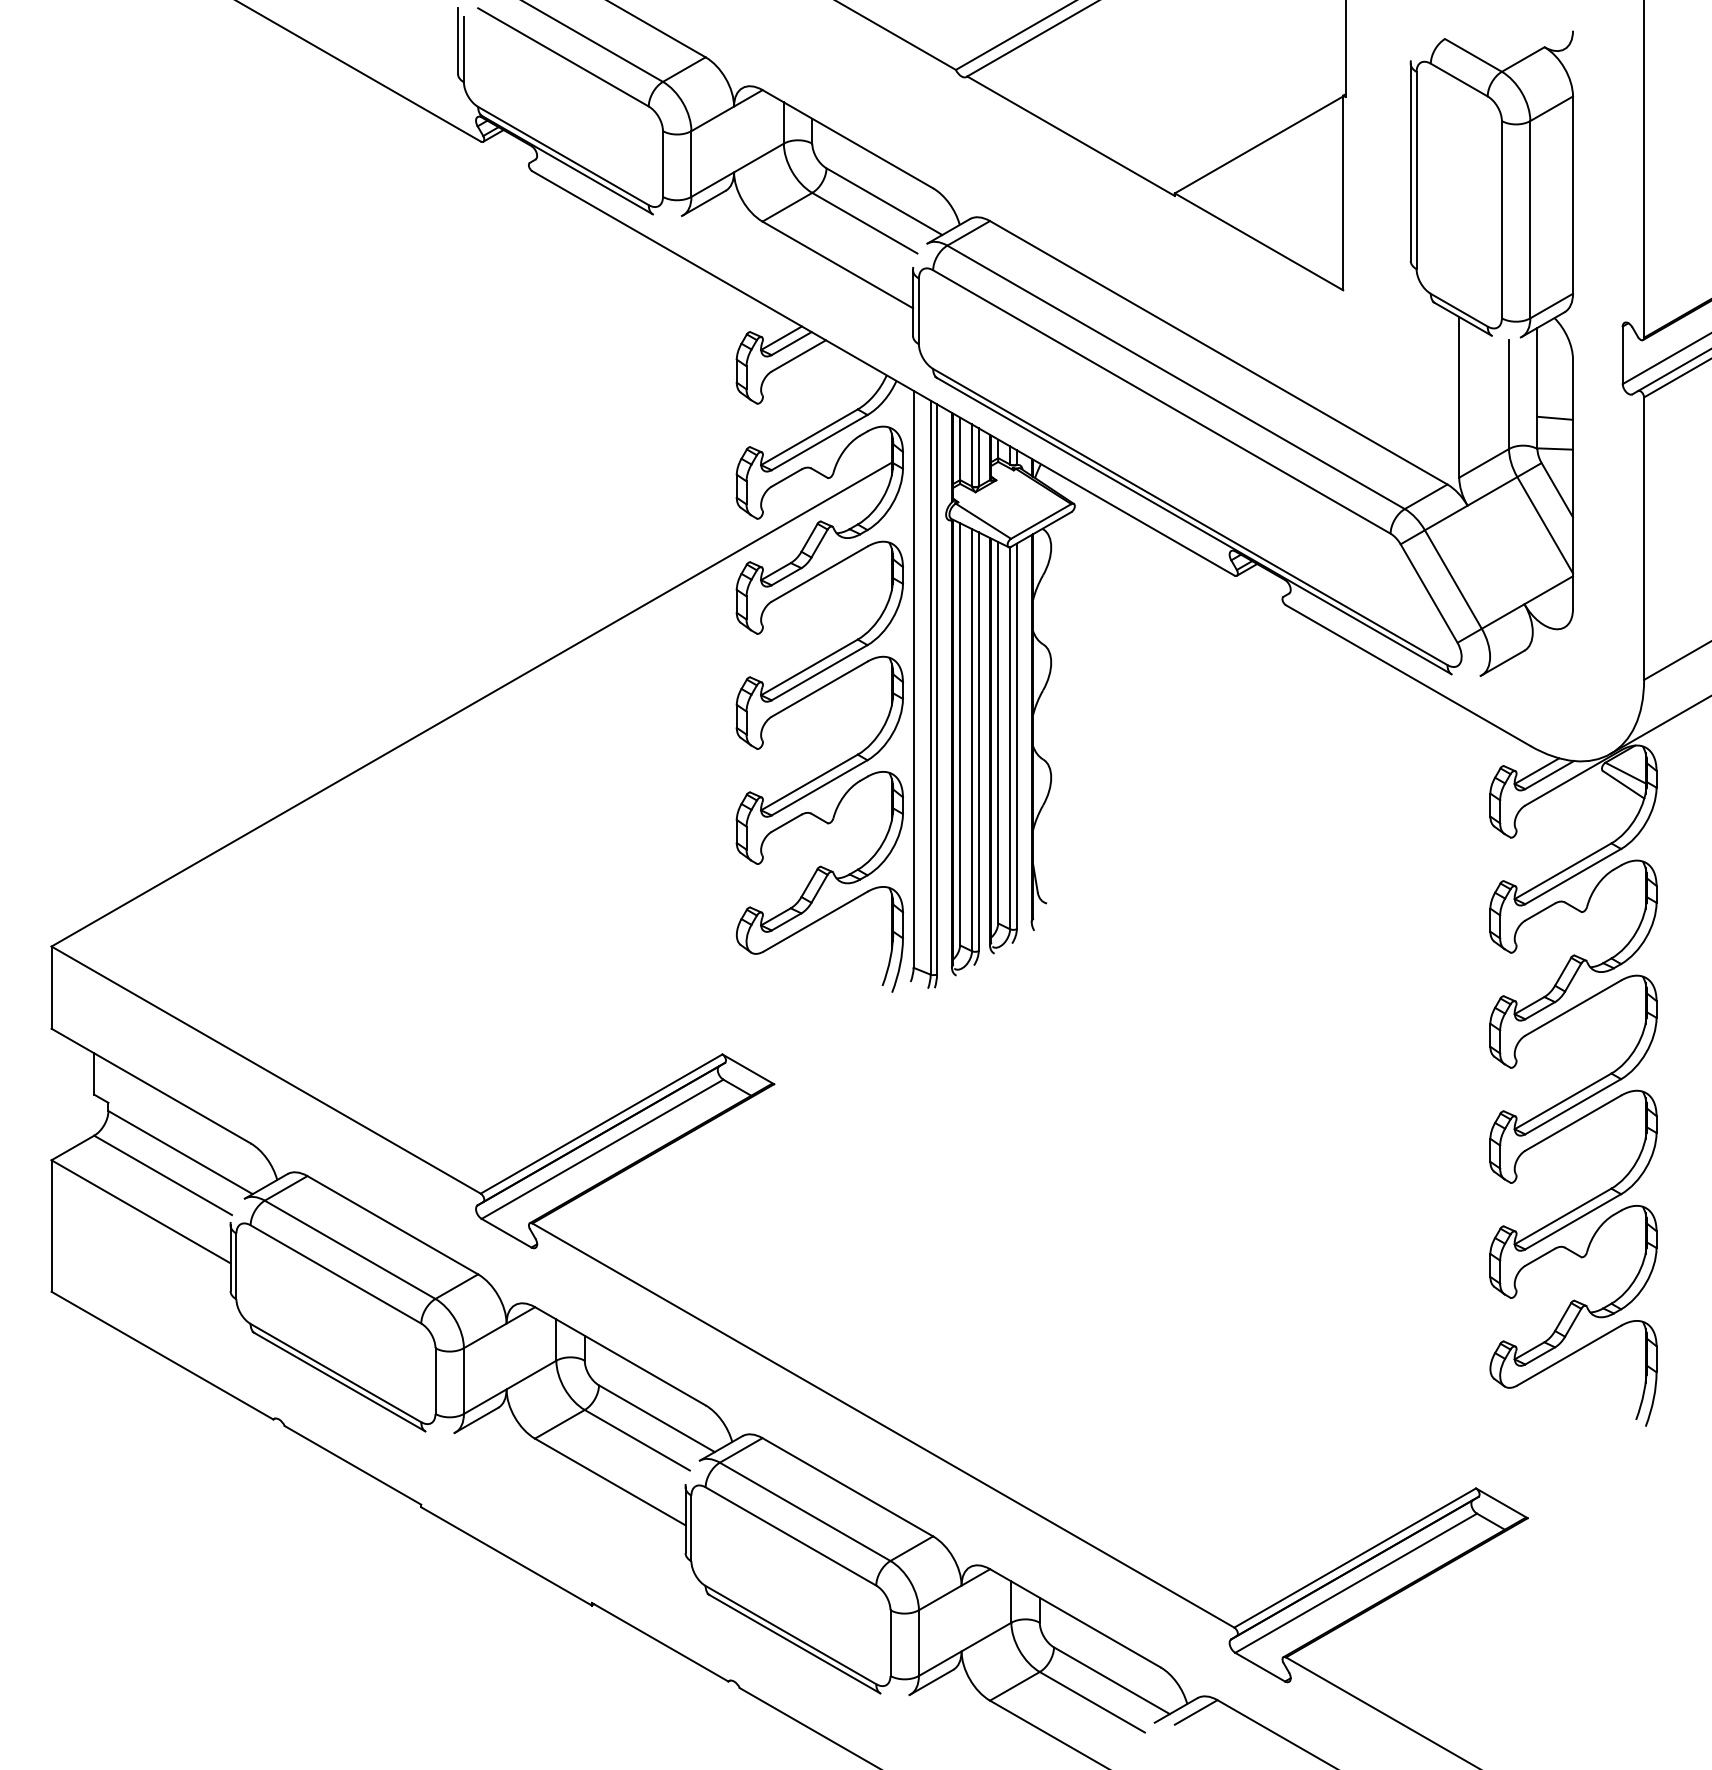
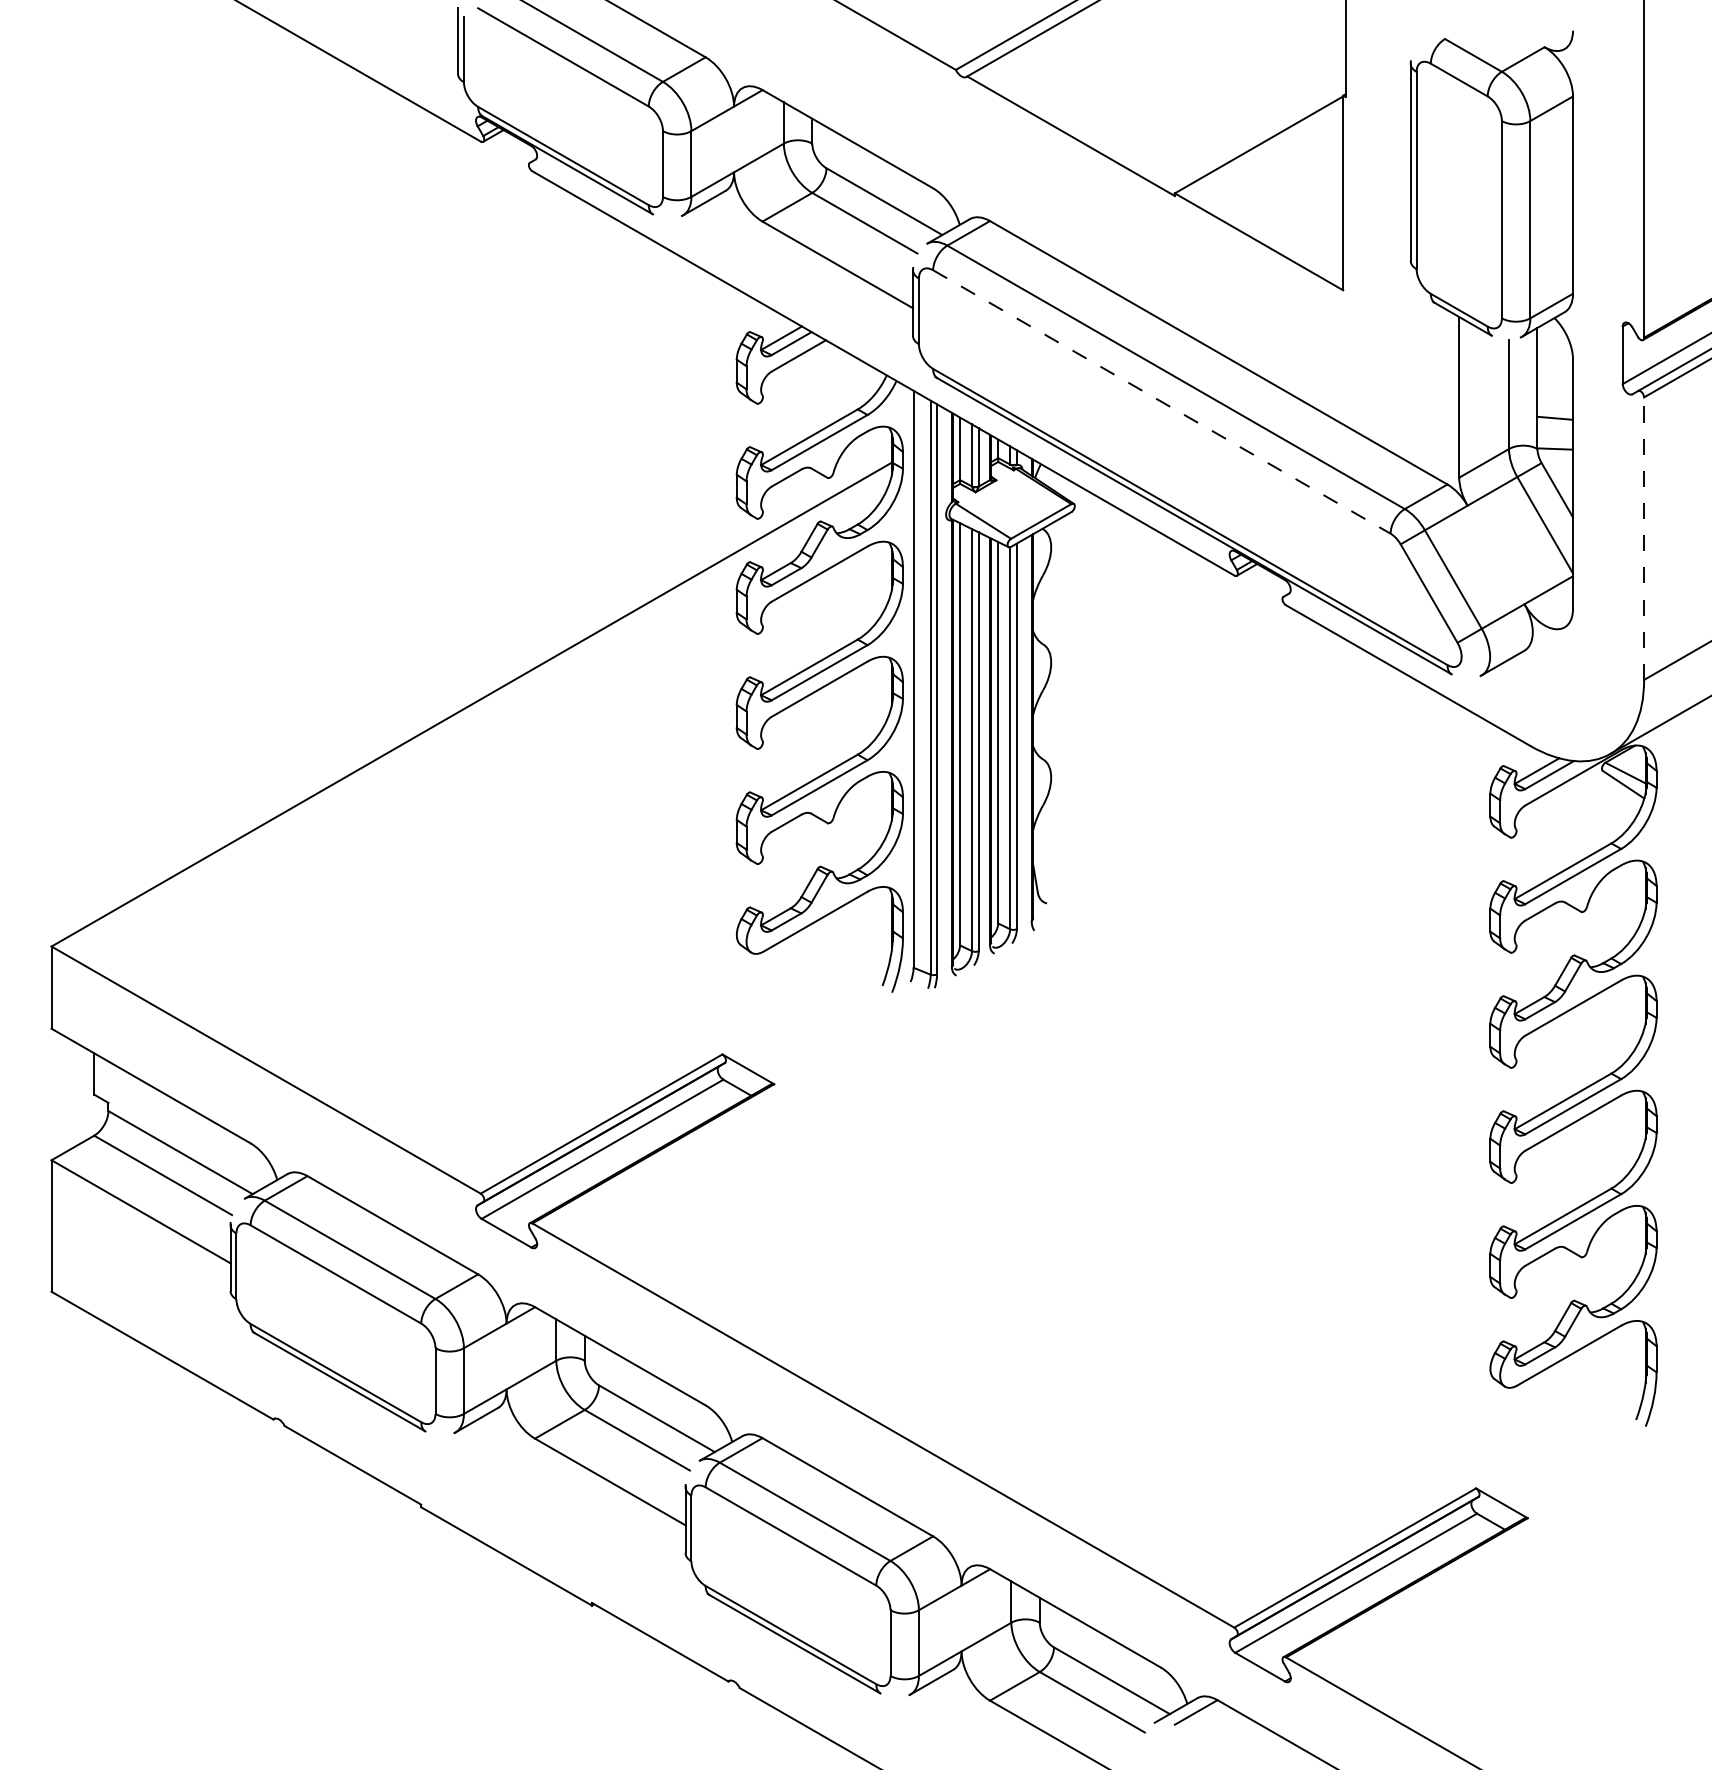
line at (1161, 402): solid -> dashed
line at (1644, 538): solid -> dashed
